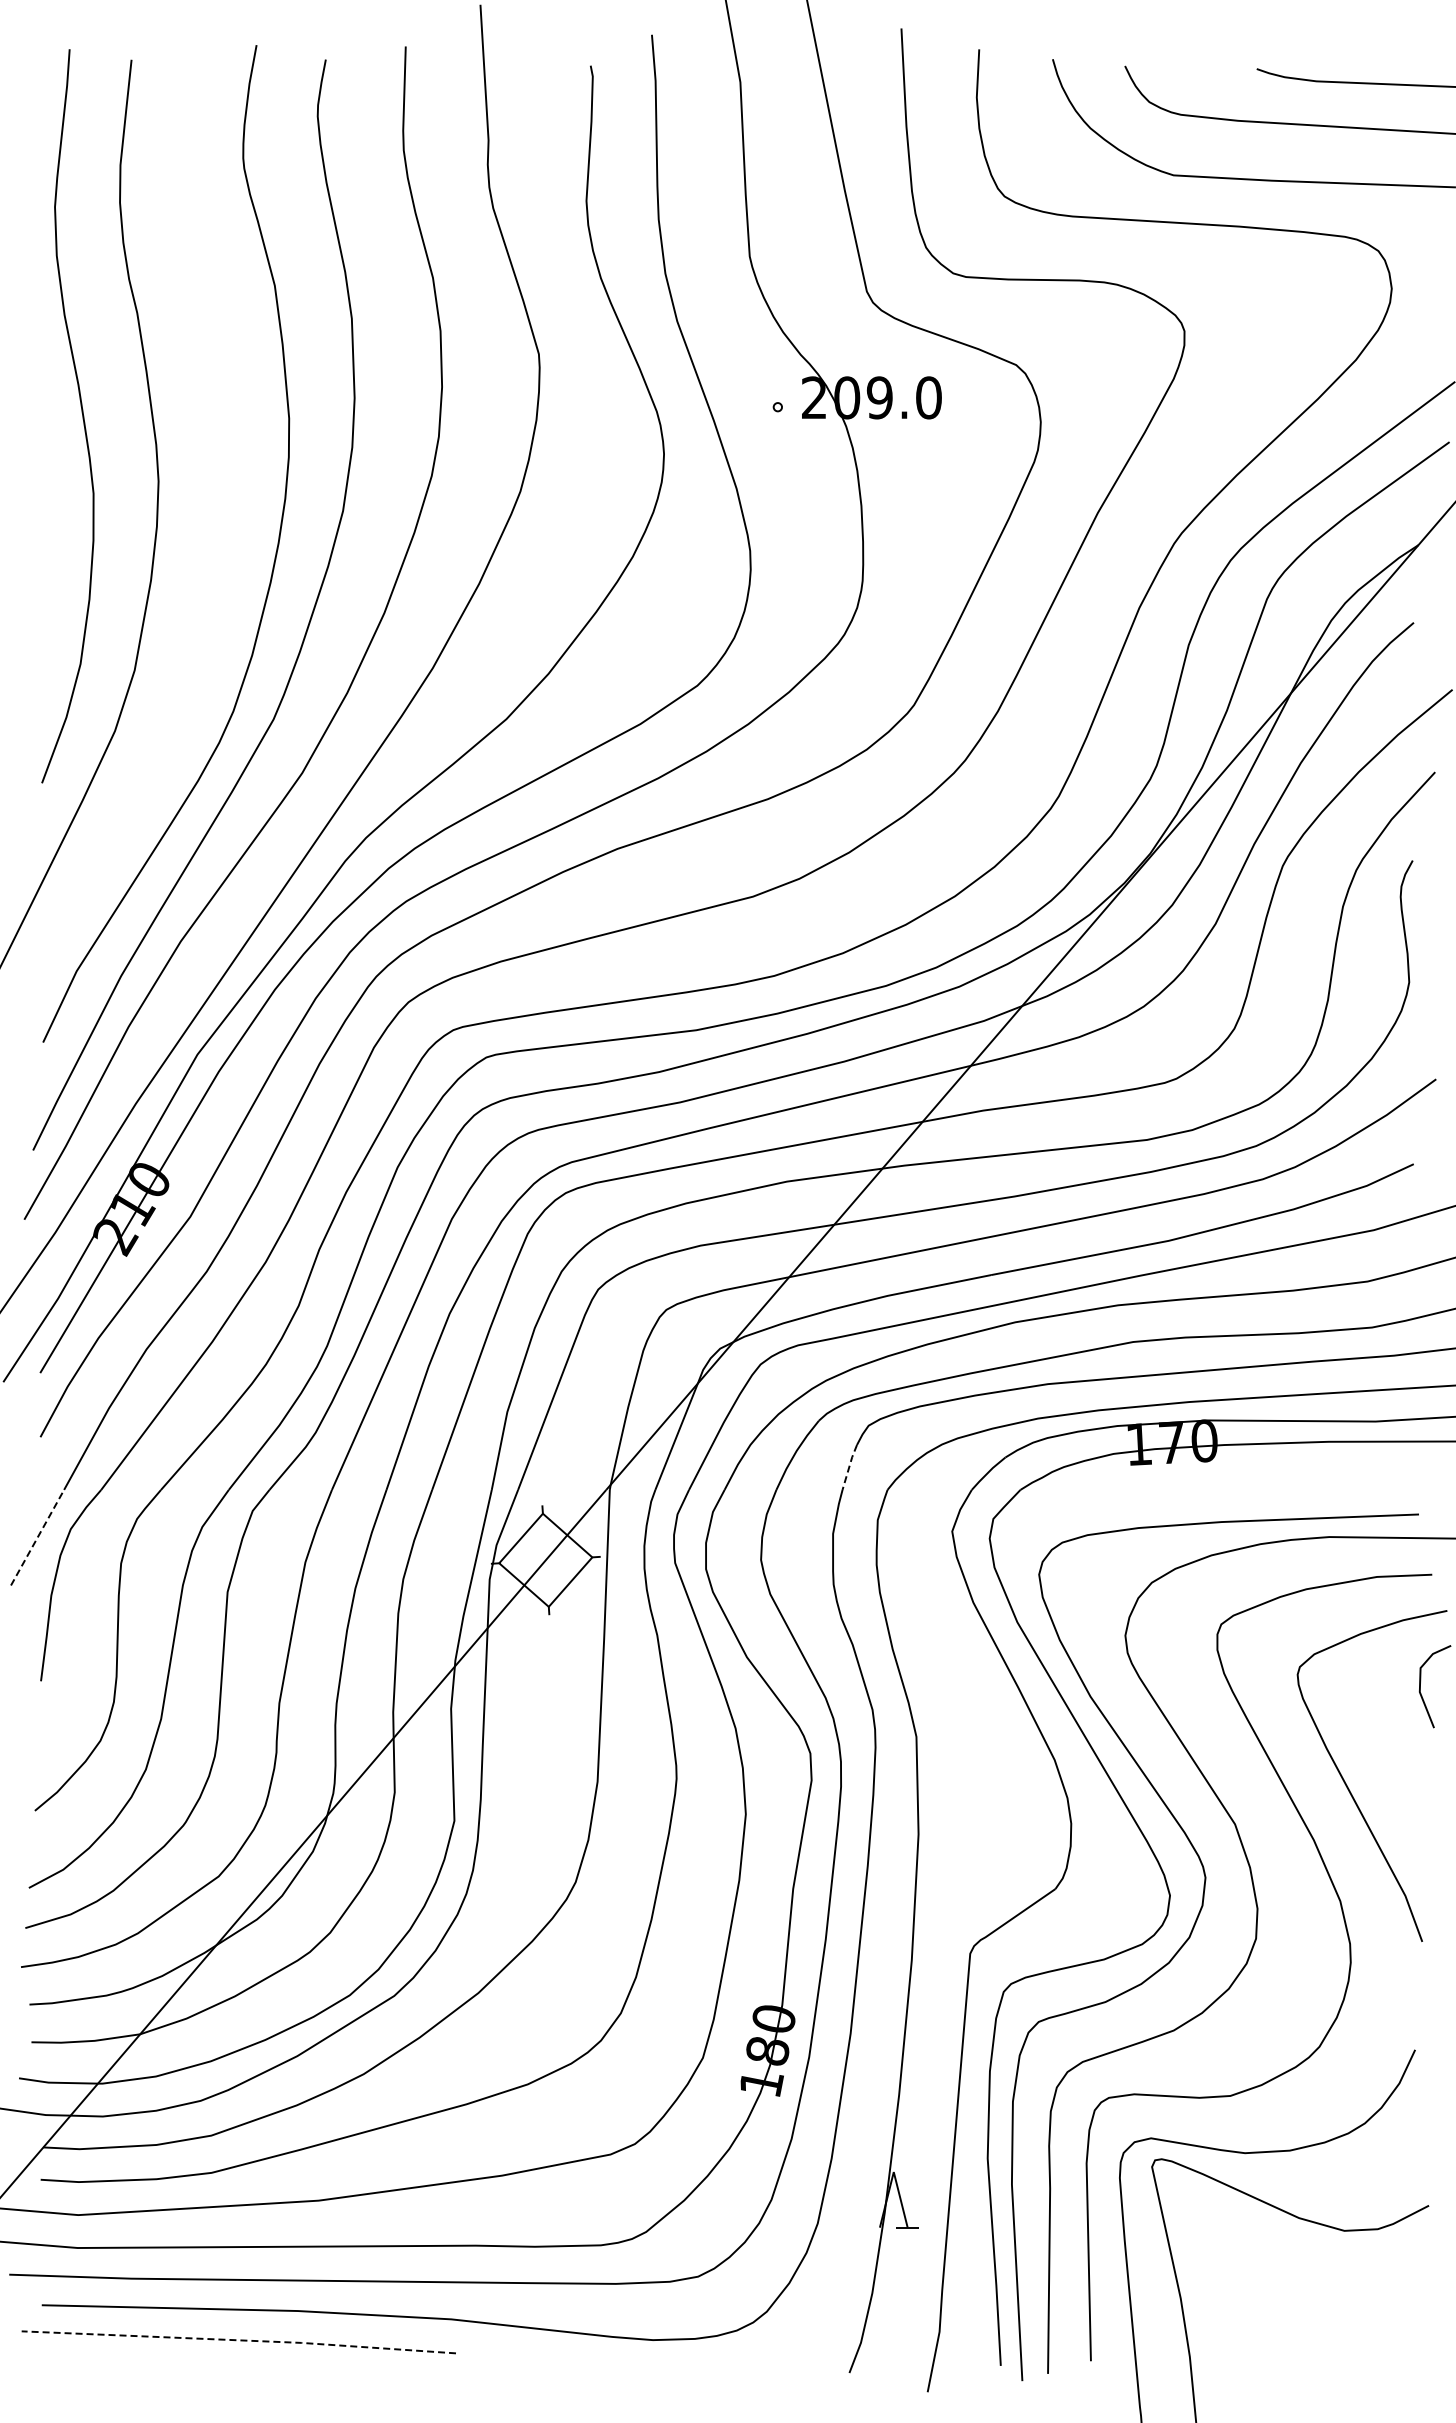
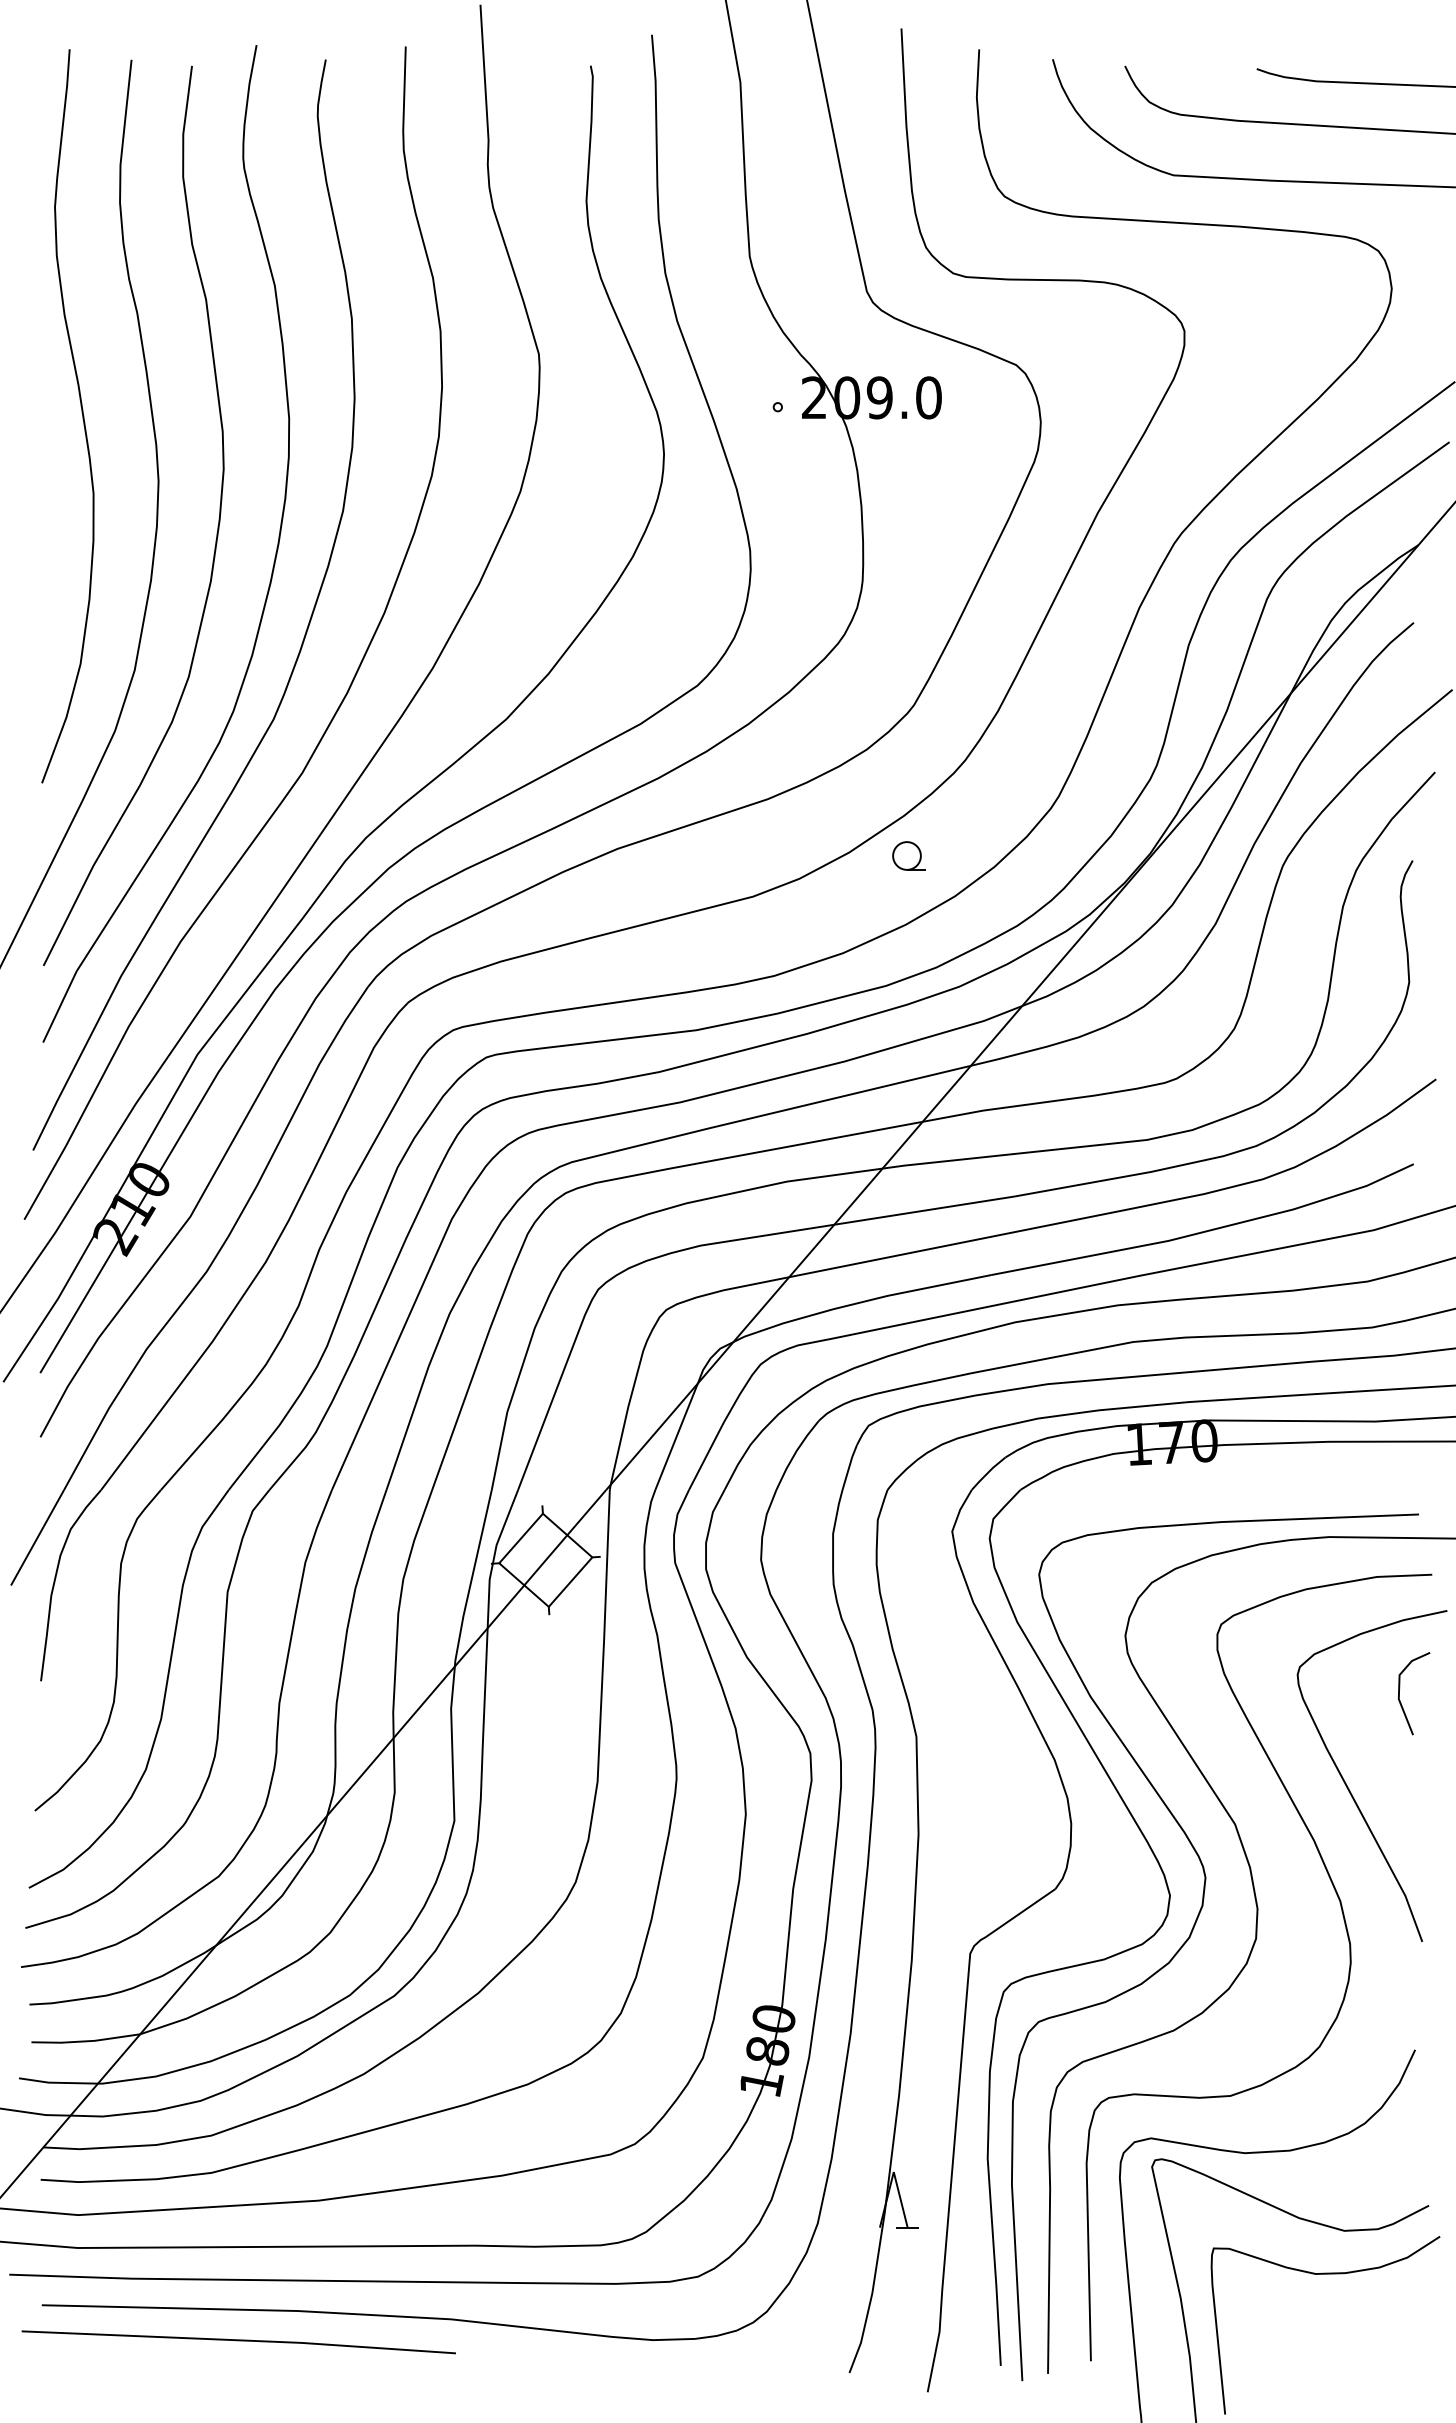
curve at (217, 526): none -> present
part at (908, 855): none -> present
line at (849, 1466): dashed -> solid
line at (37, 1537): dashed -> solid
line at (1420, 1686) position: (1420, 1686) -> (1399, 1693)
curve at (1325, 2274): none -> present
line at (238, 2340): dashed -> solid
